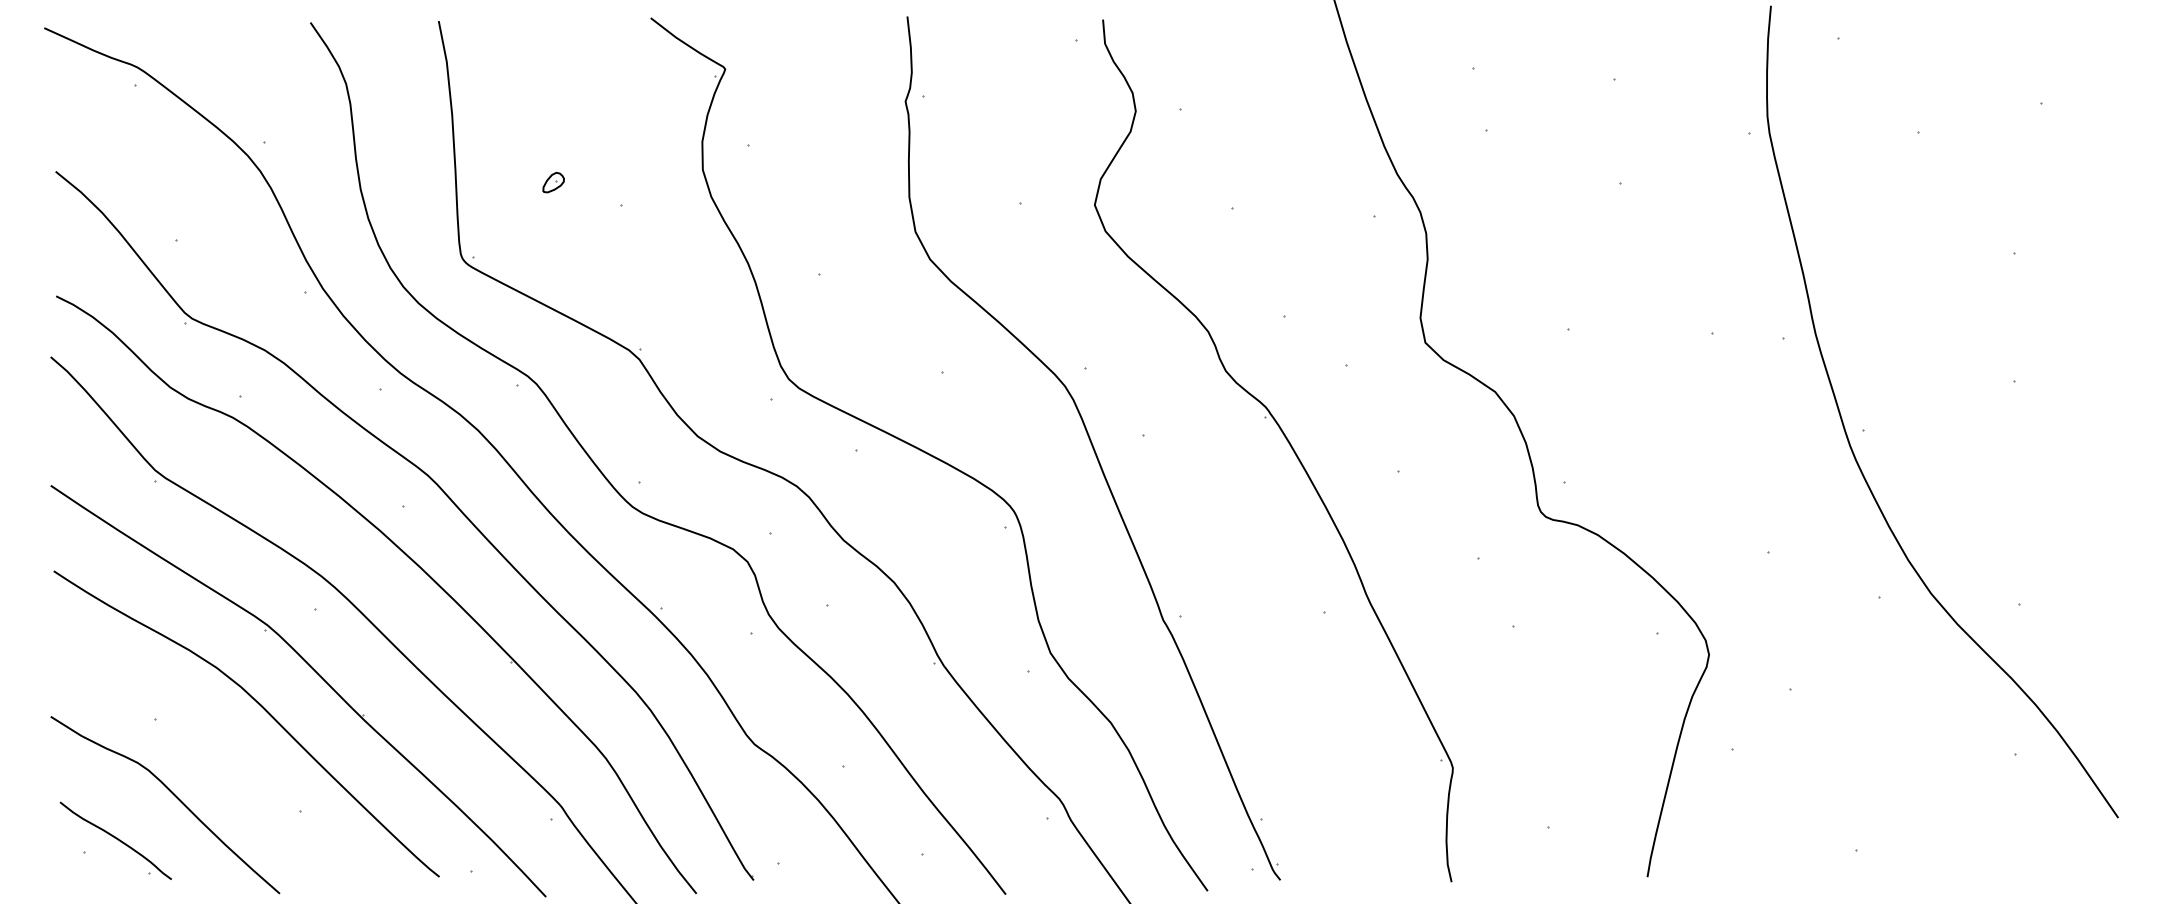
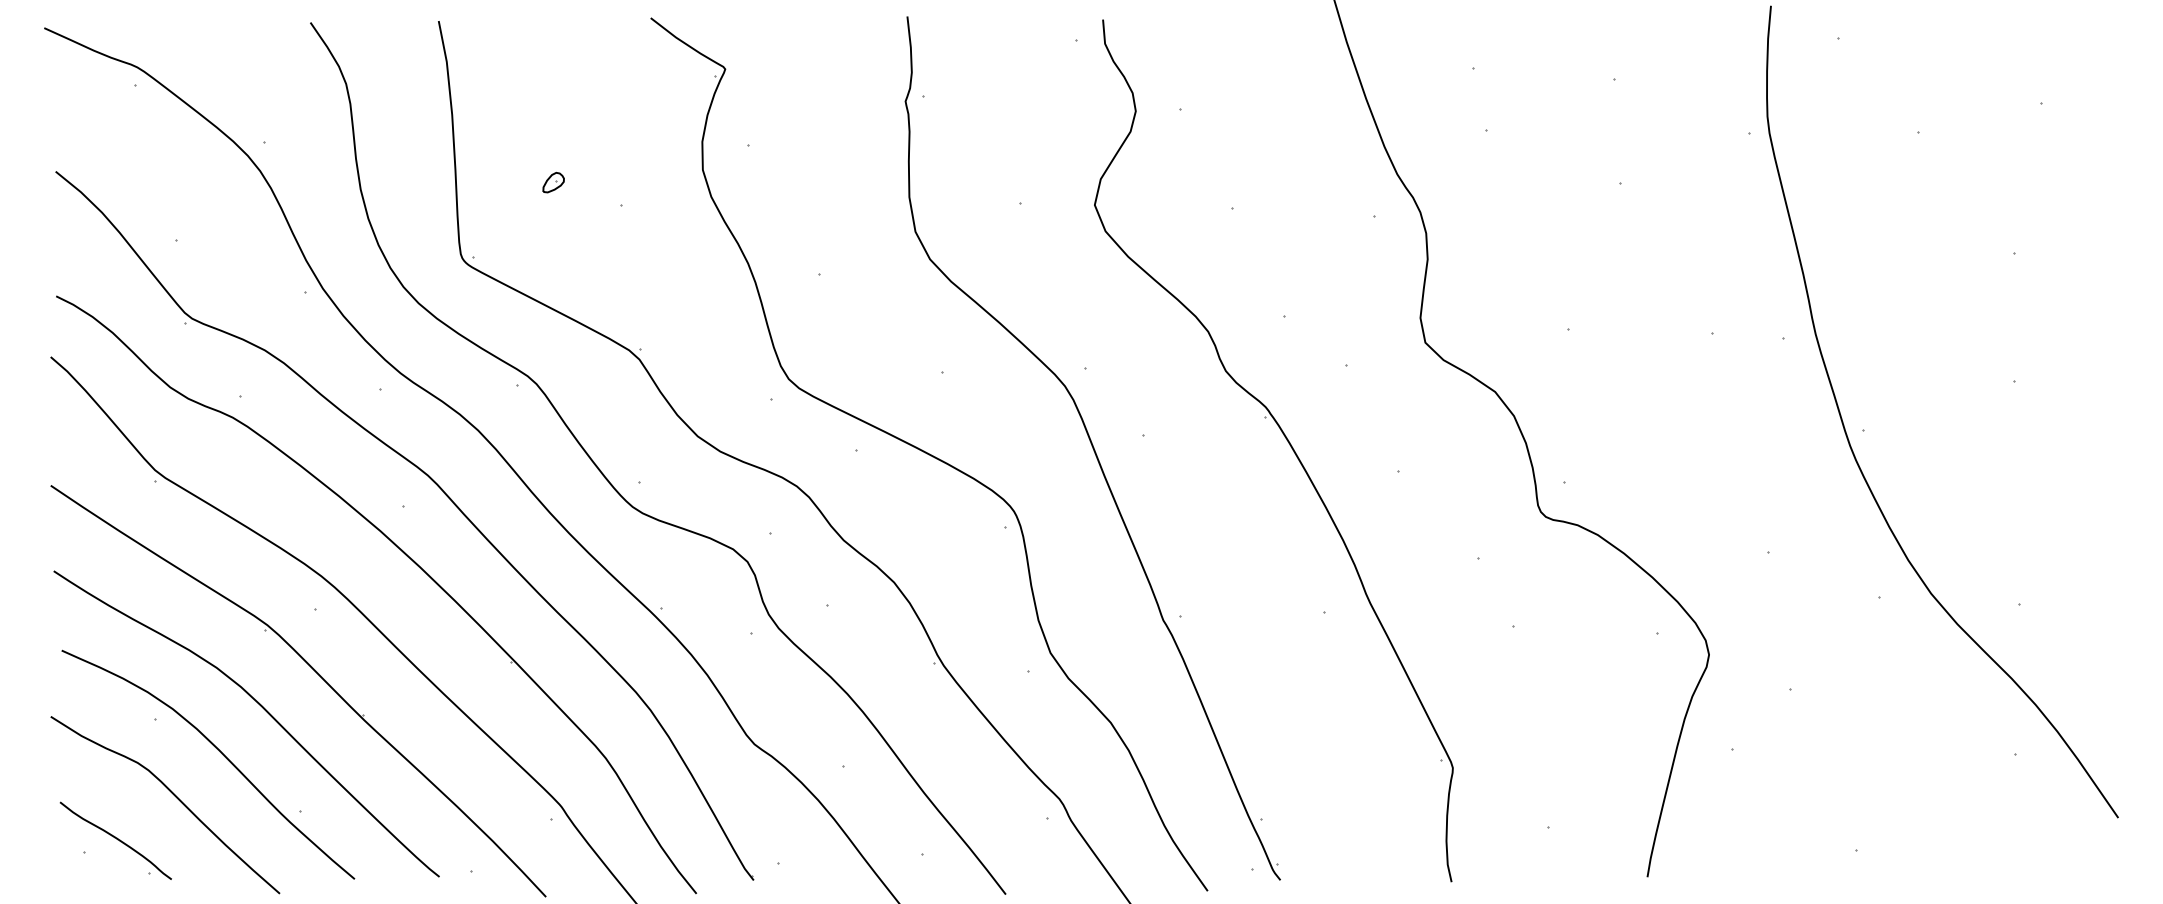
curve at (220, 752): none -> present
